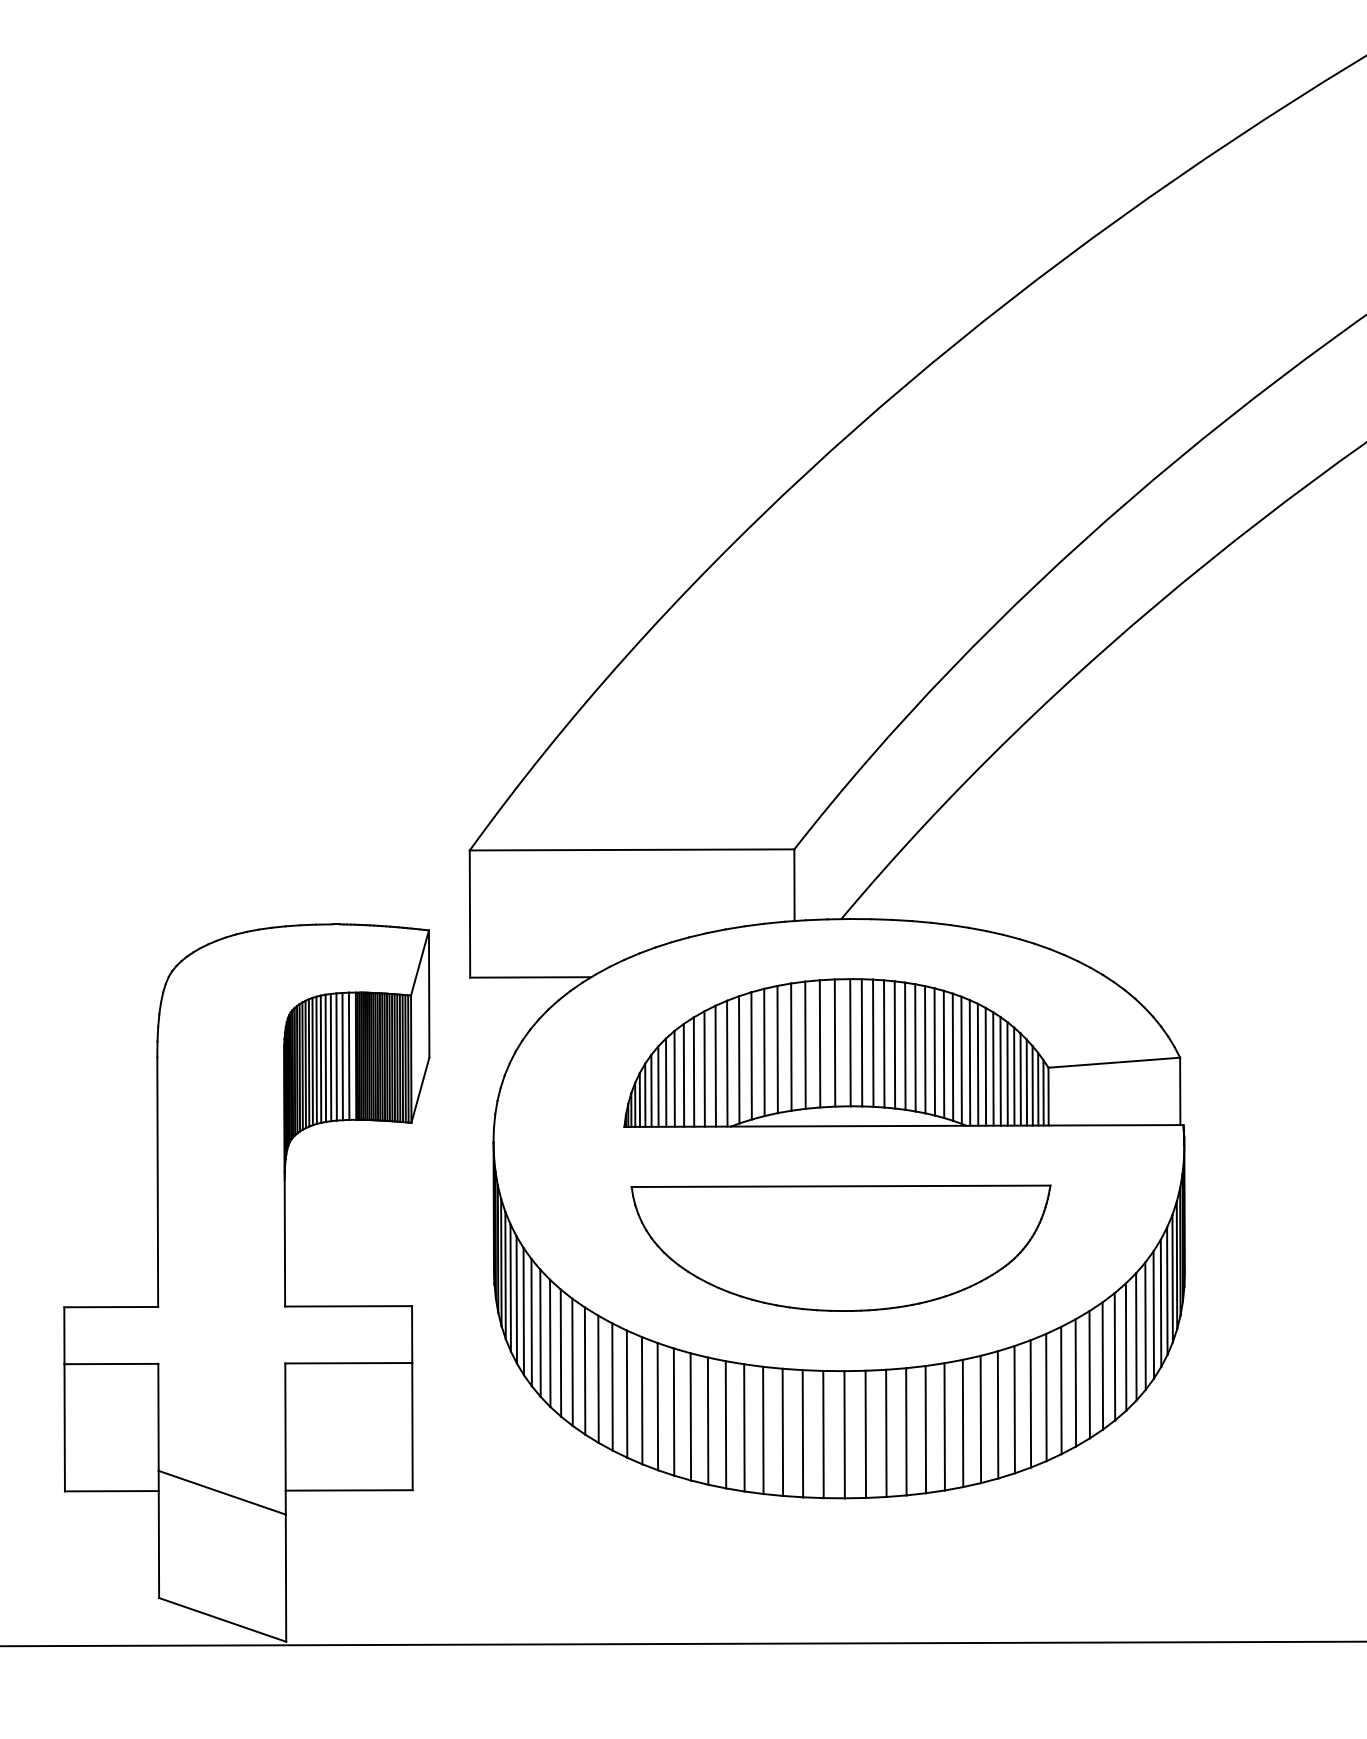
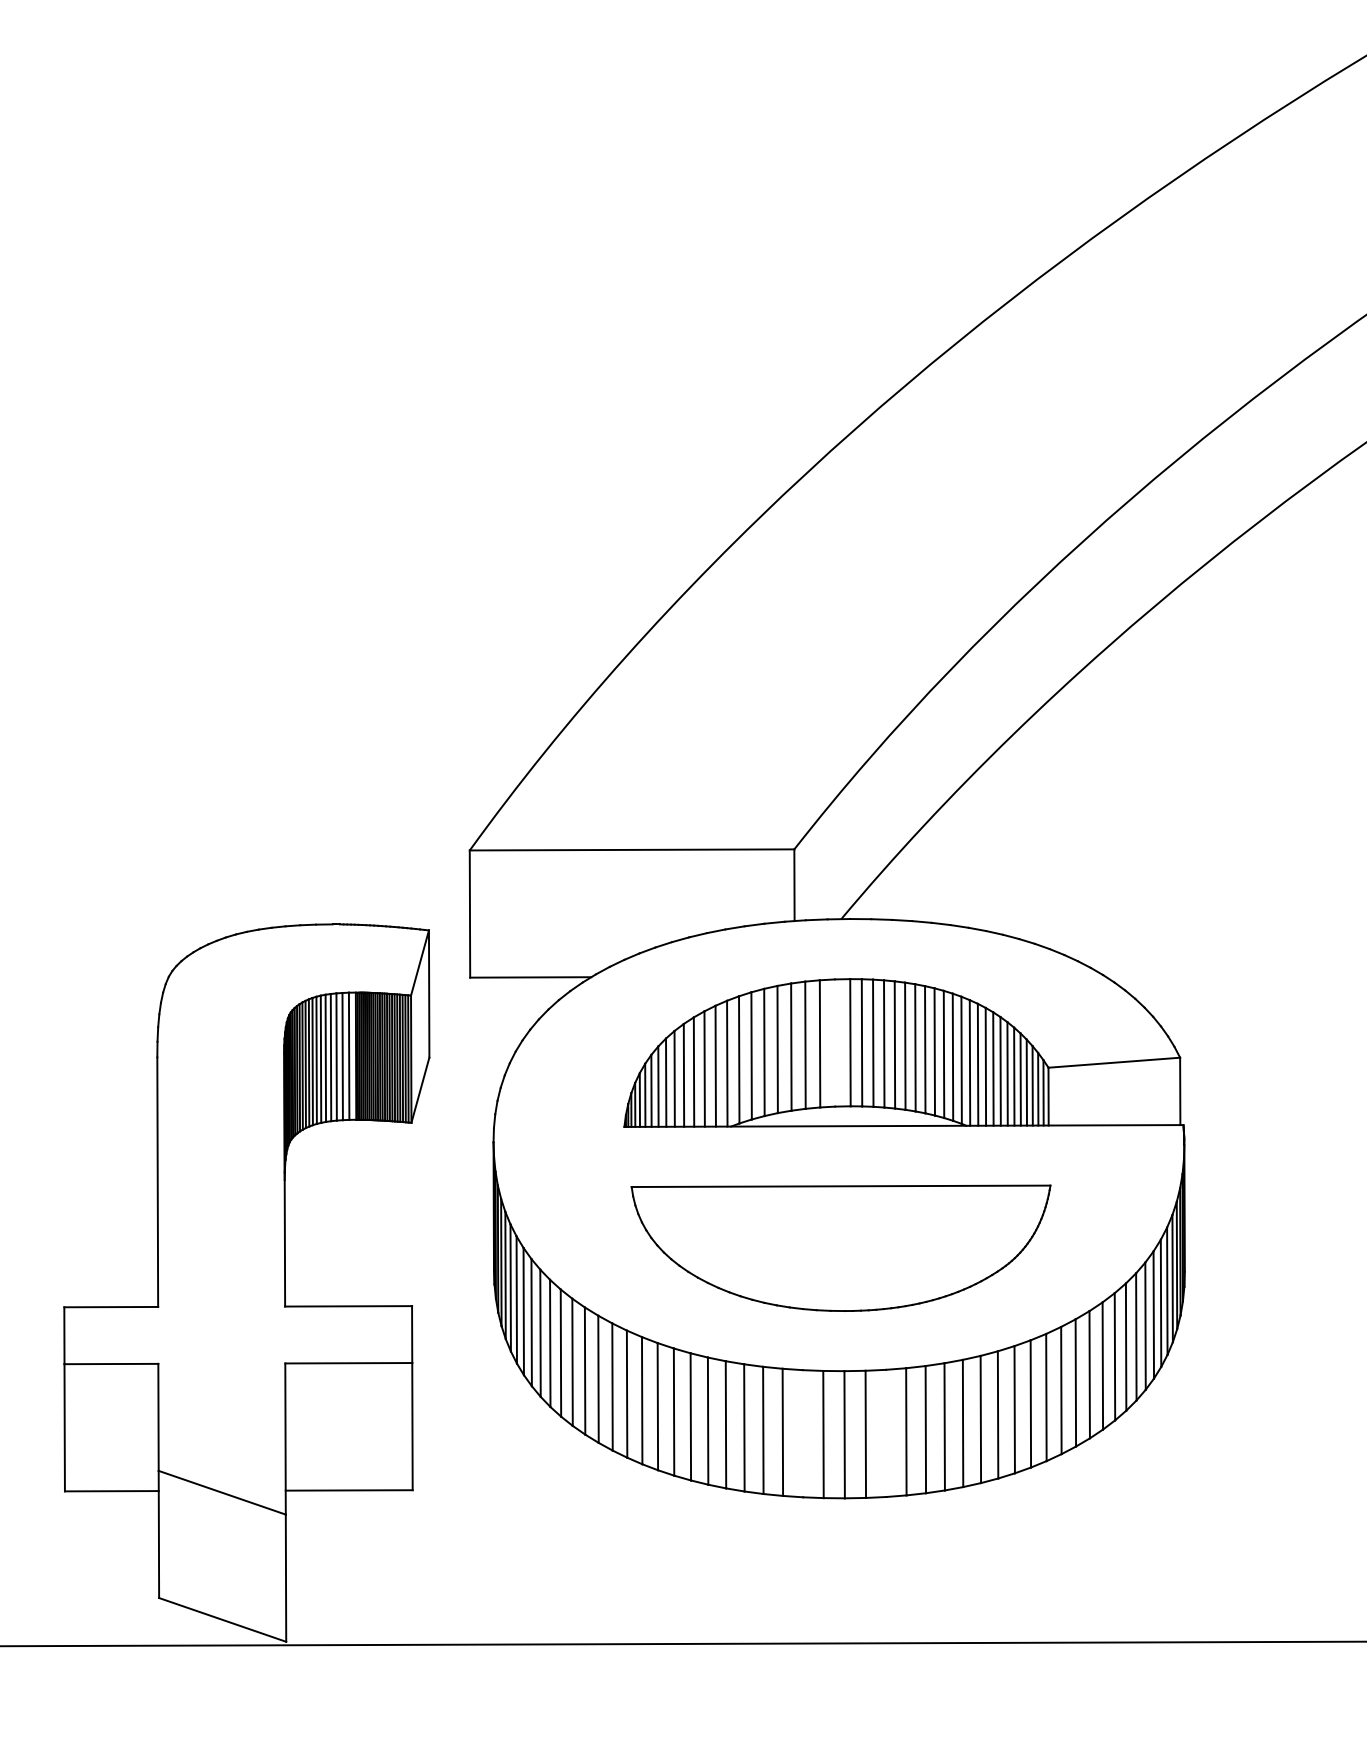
line at (834, 1042): present -> none
line at (886, 1432): present -> none
line at (802, 1433): present -> none
